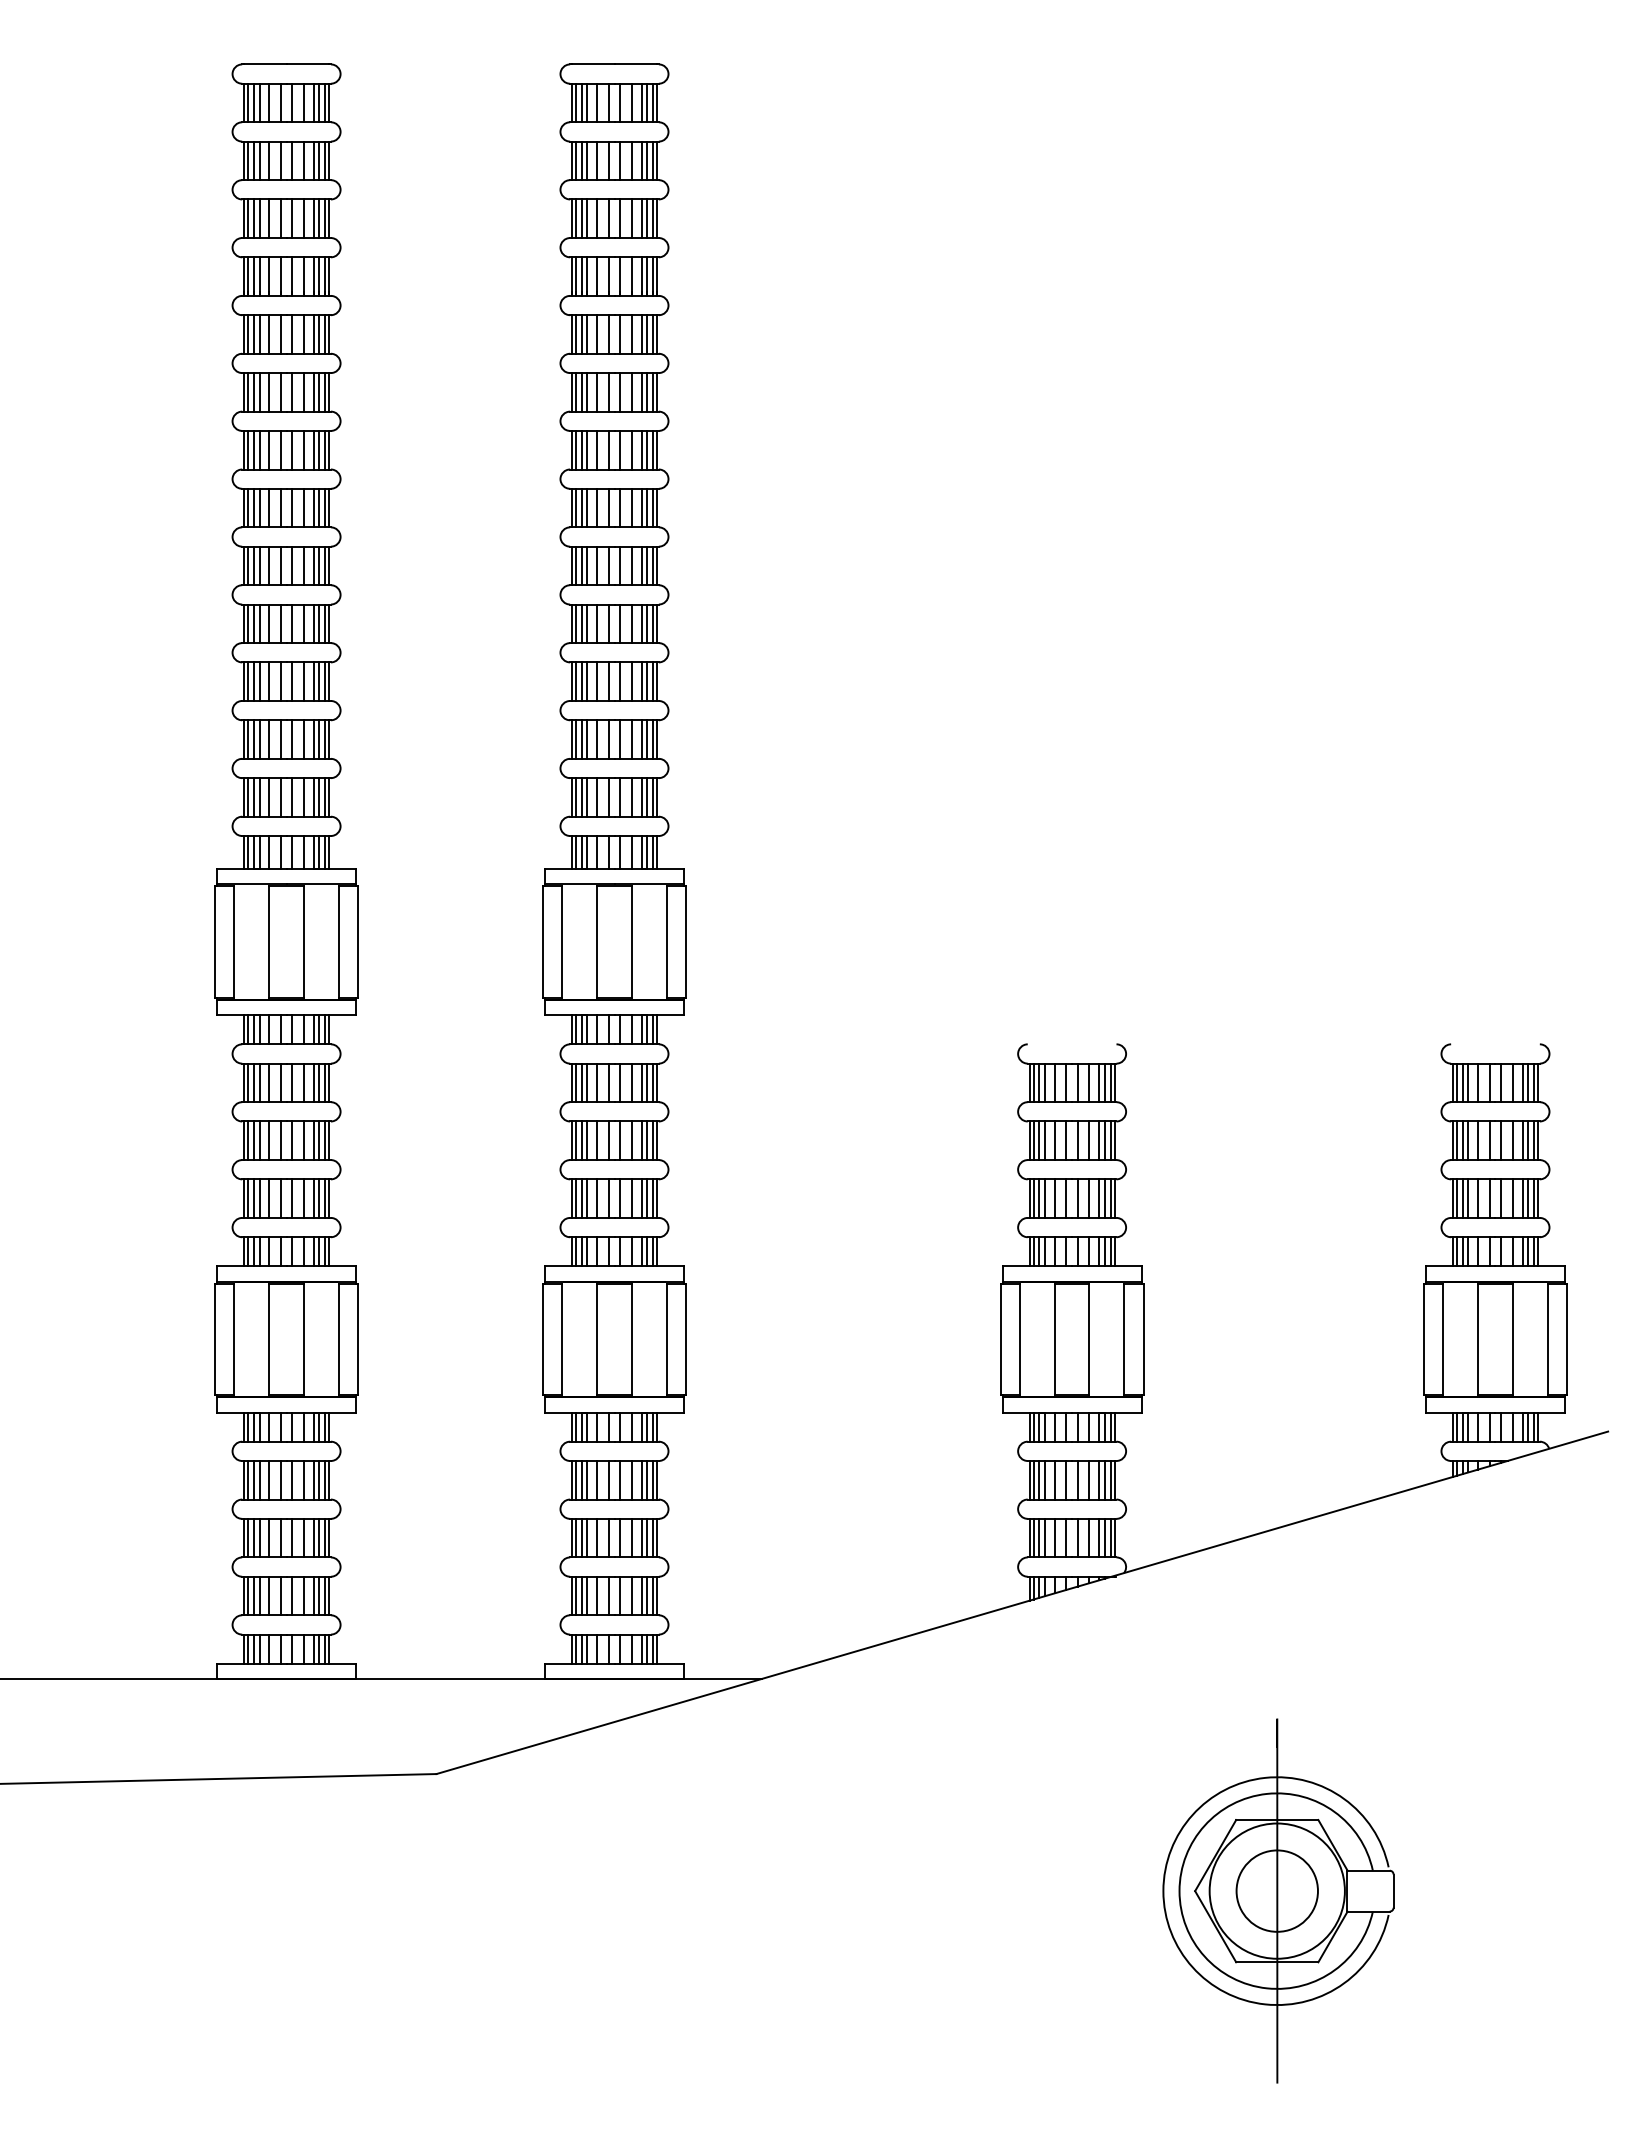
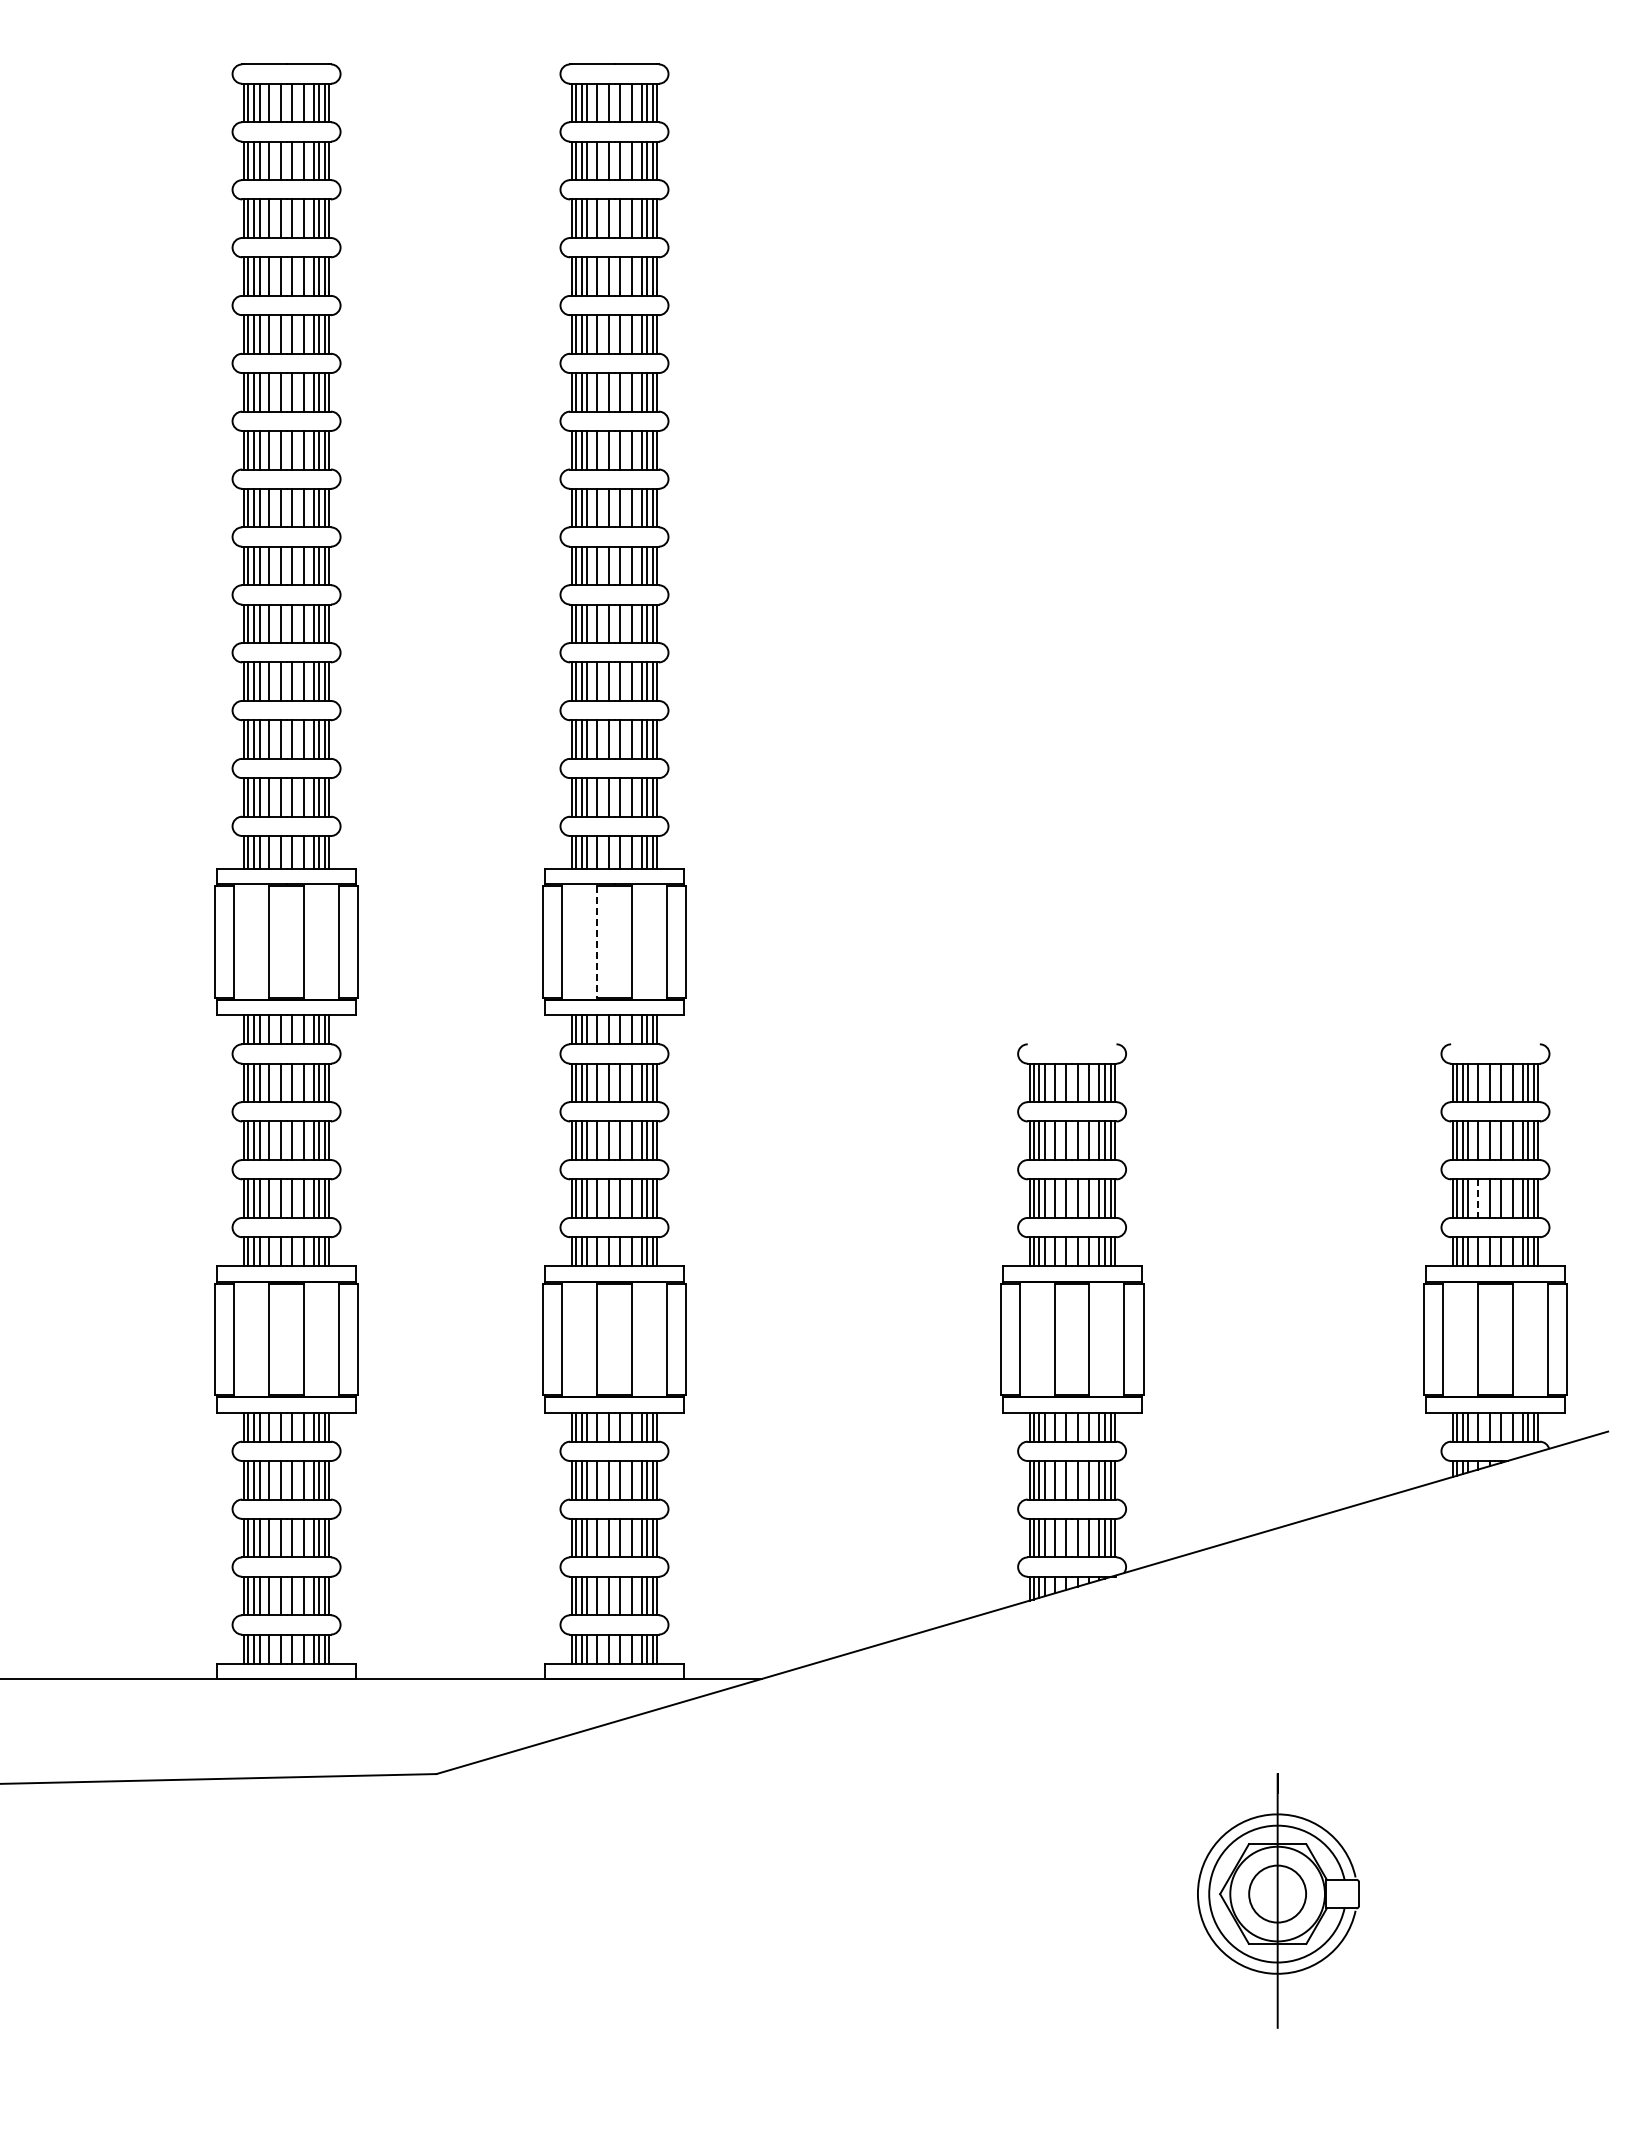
line at (597, 942): solid -> dashed
line at (1478, 1199): solid -> dashed
part at (1278, 1900) size: 233x366 px -> 163x256 px
